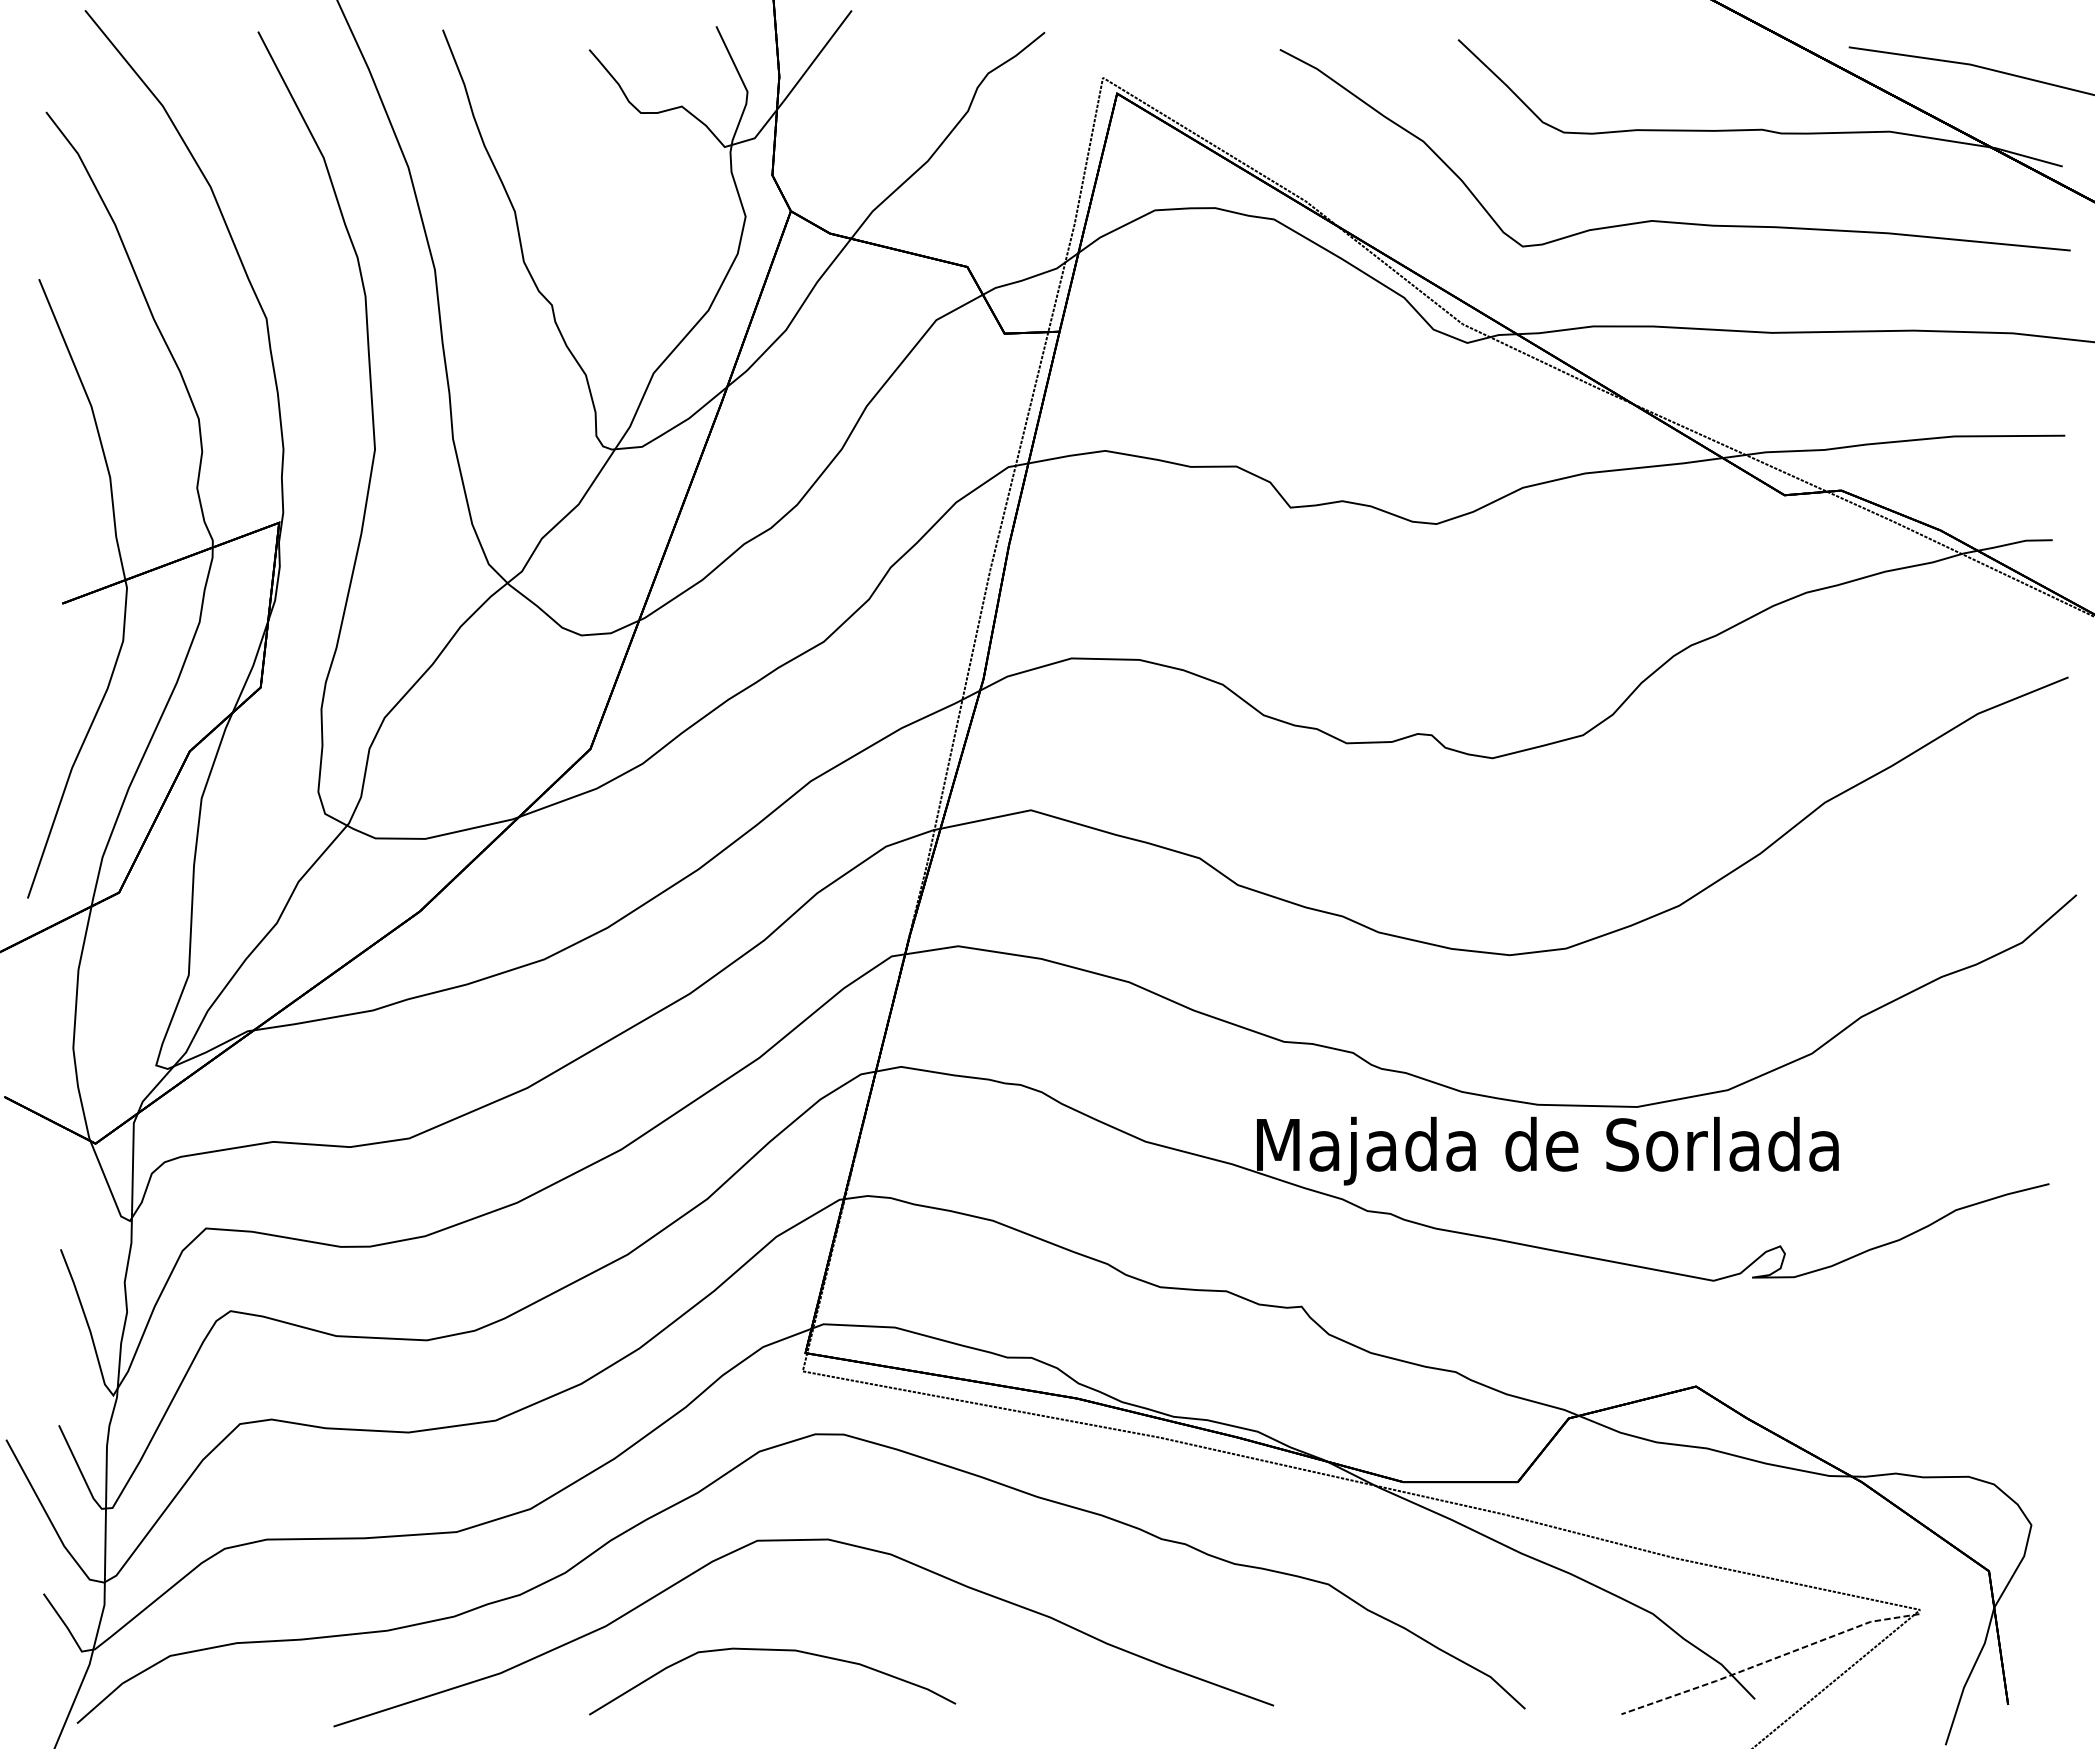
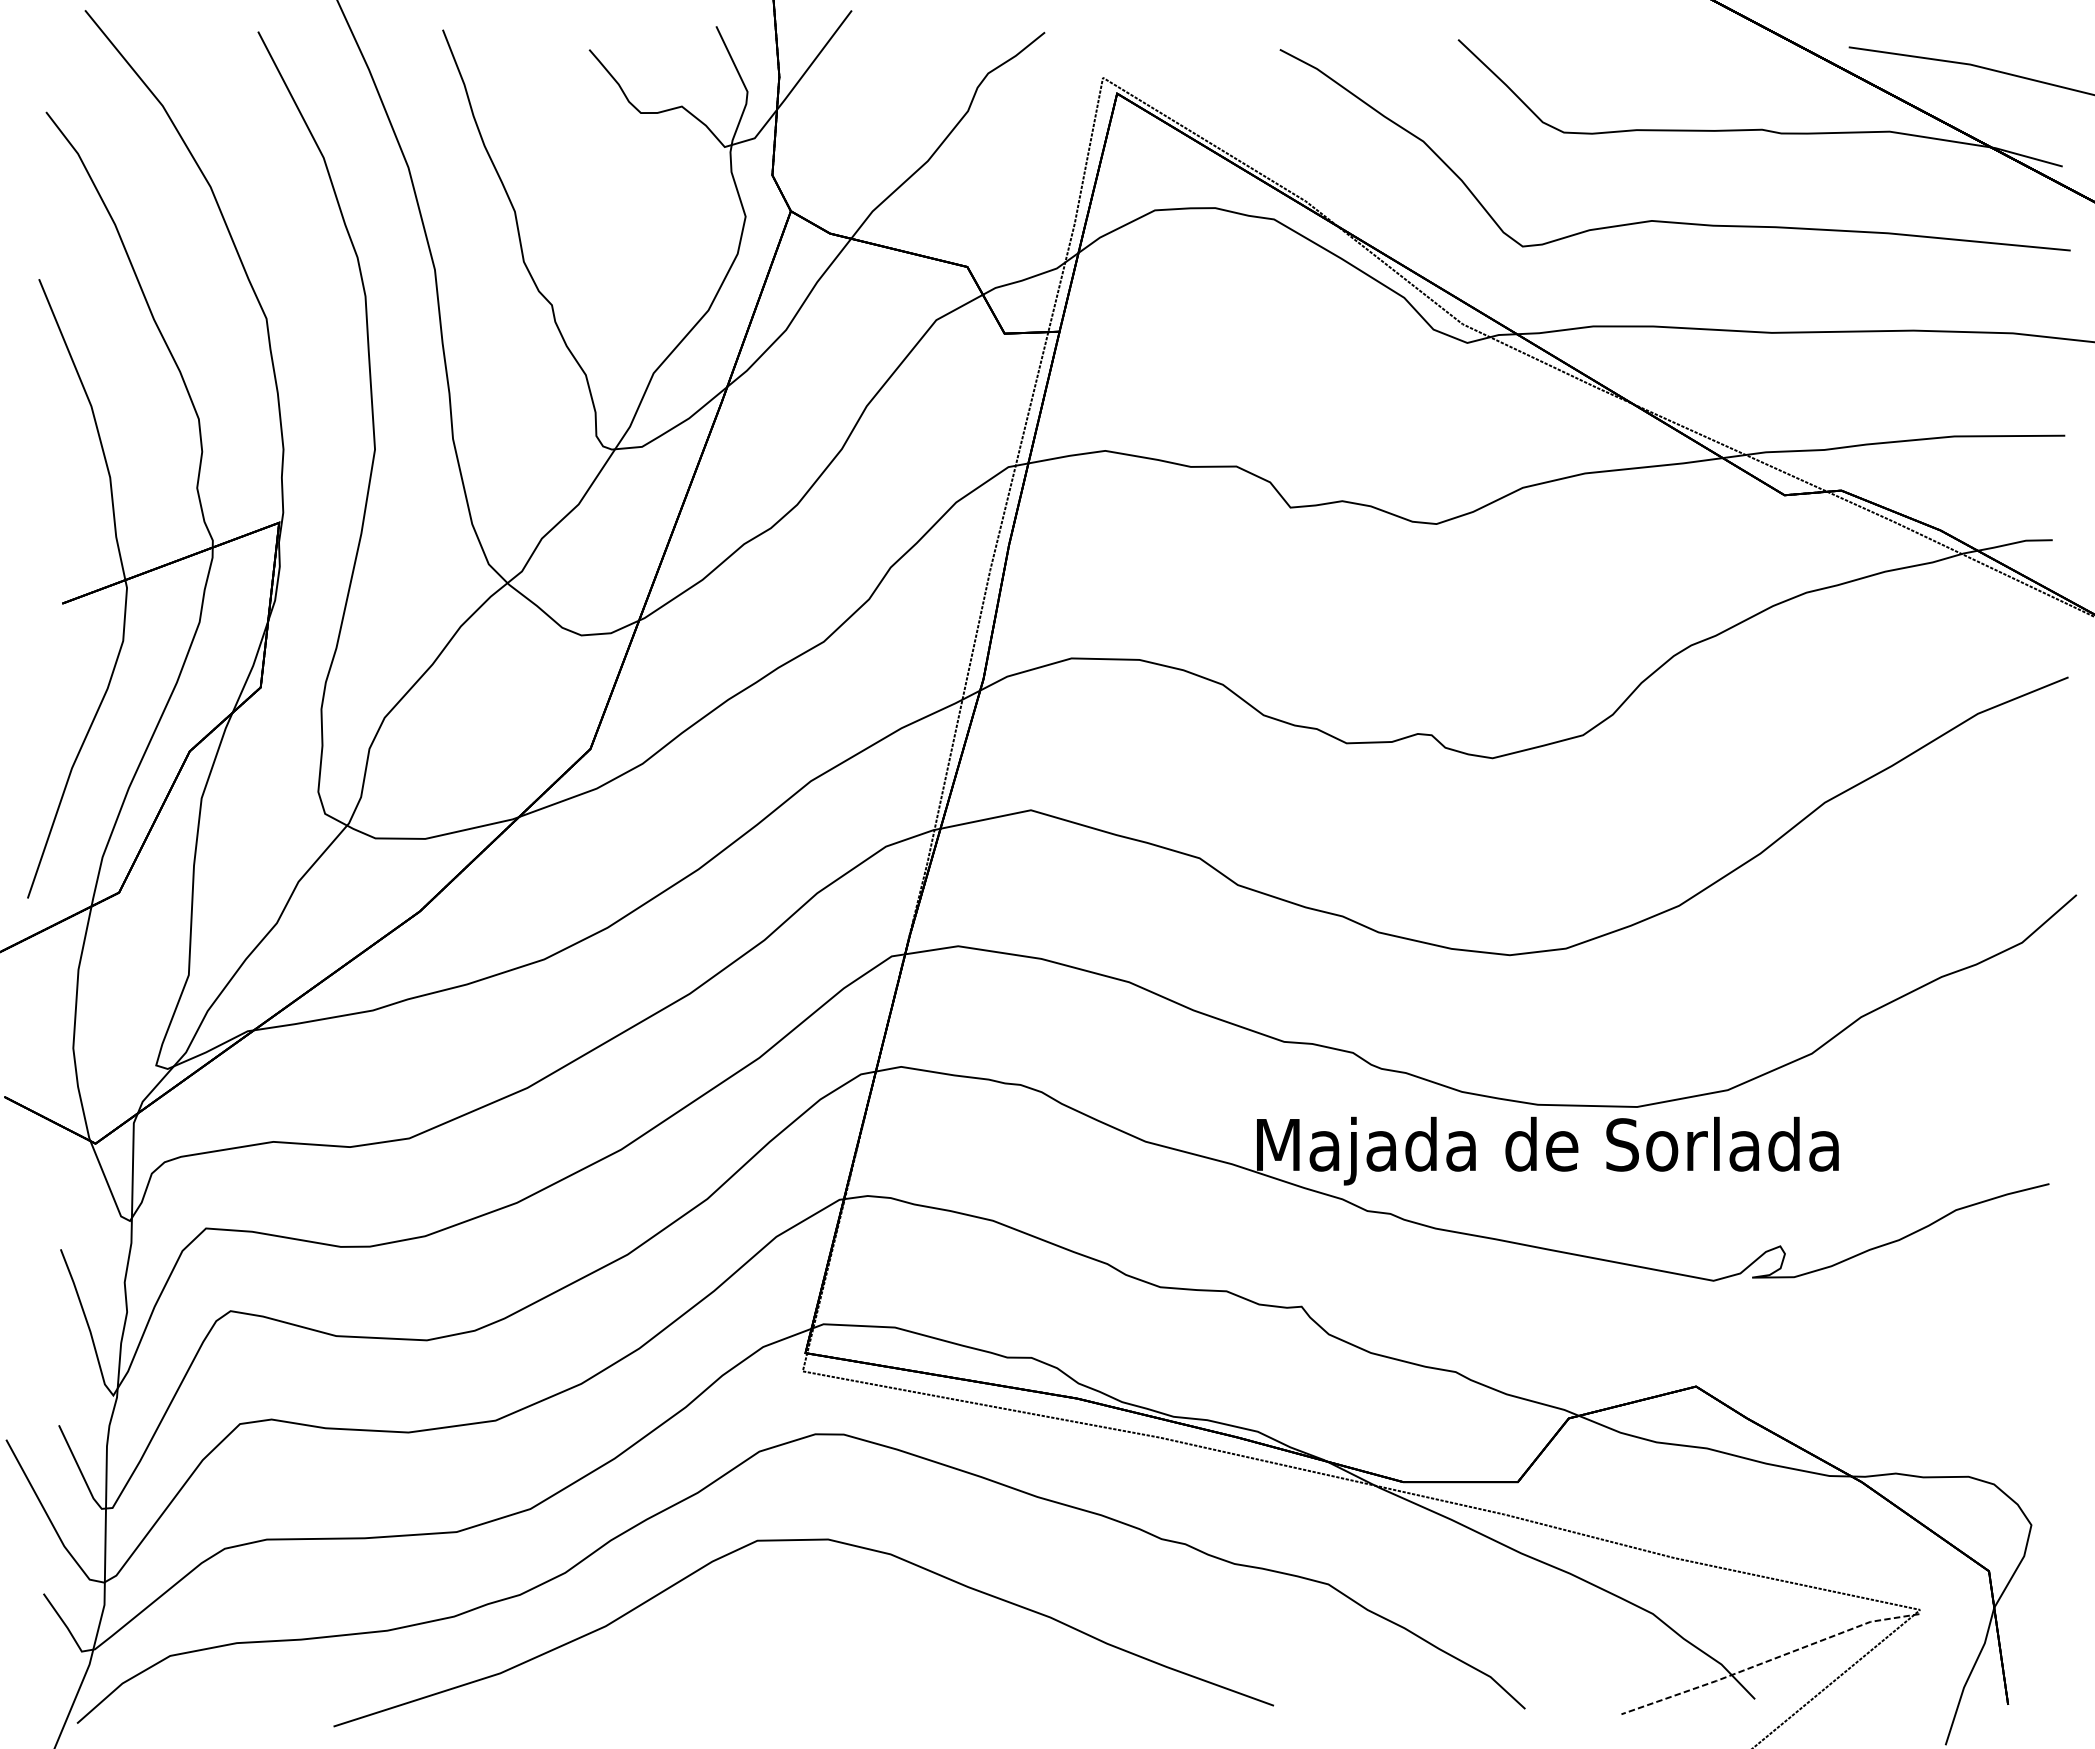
part at (772, 1650): present -> none
